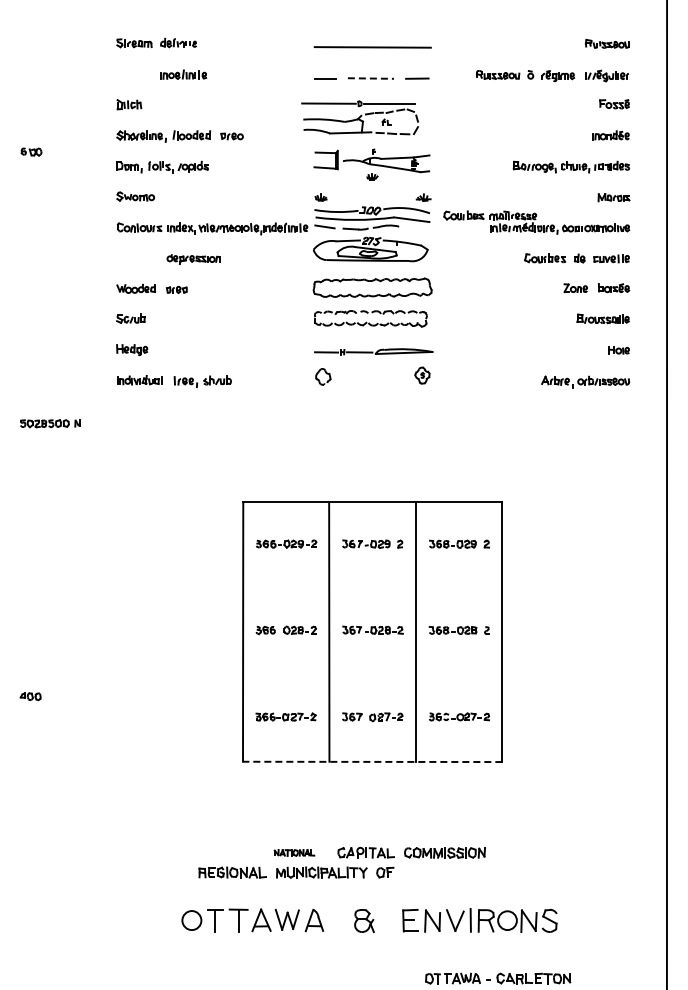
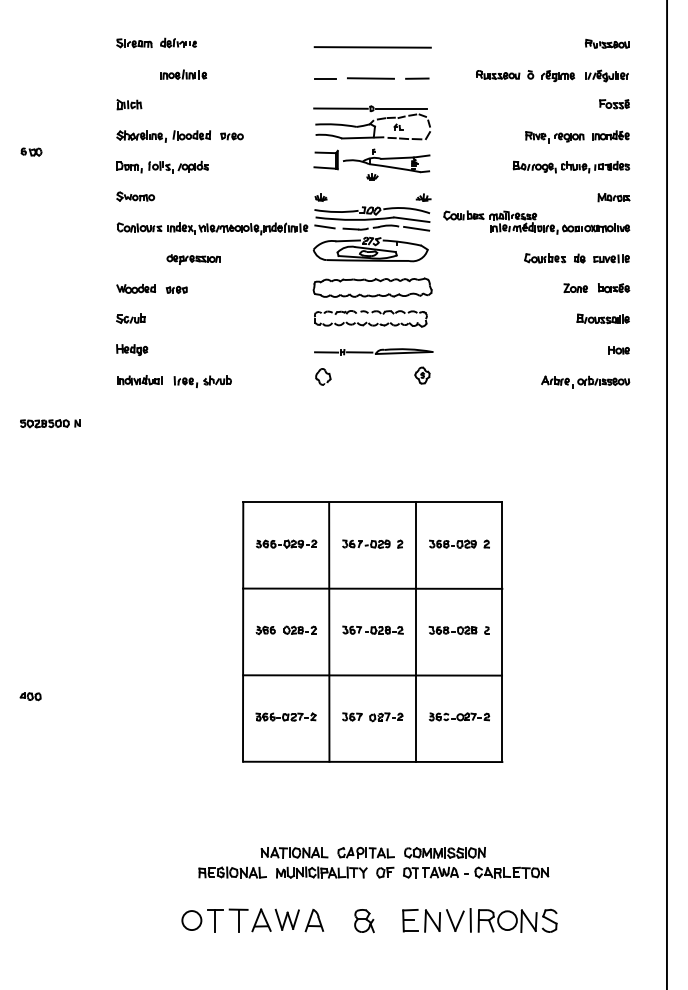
line at (371, 78): dashed -> solid
part at (359, 117) position: (359, 117) -> (371, 122)
part at (554, 137): none -> present
line at (416, 228): none -> present
line at (372, 588): none -> present
line at (372, 675): none -> present
line at (372, 761): dashed -> solid
part at (294, 852) size: 43x8 px -> 69x12 px
part at (498, 978) position: (498, 978) -> (476, 872)
